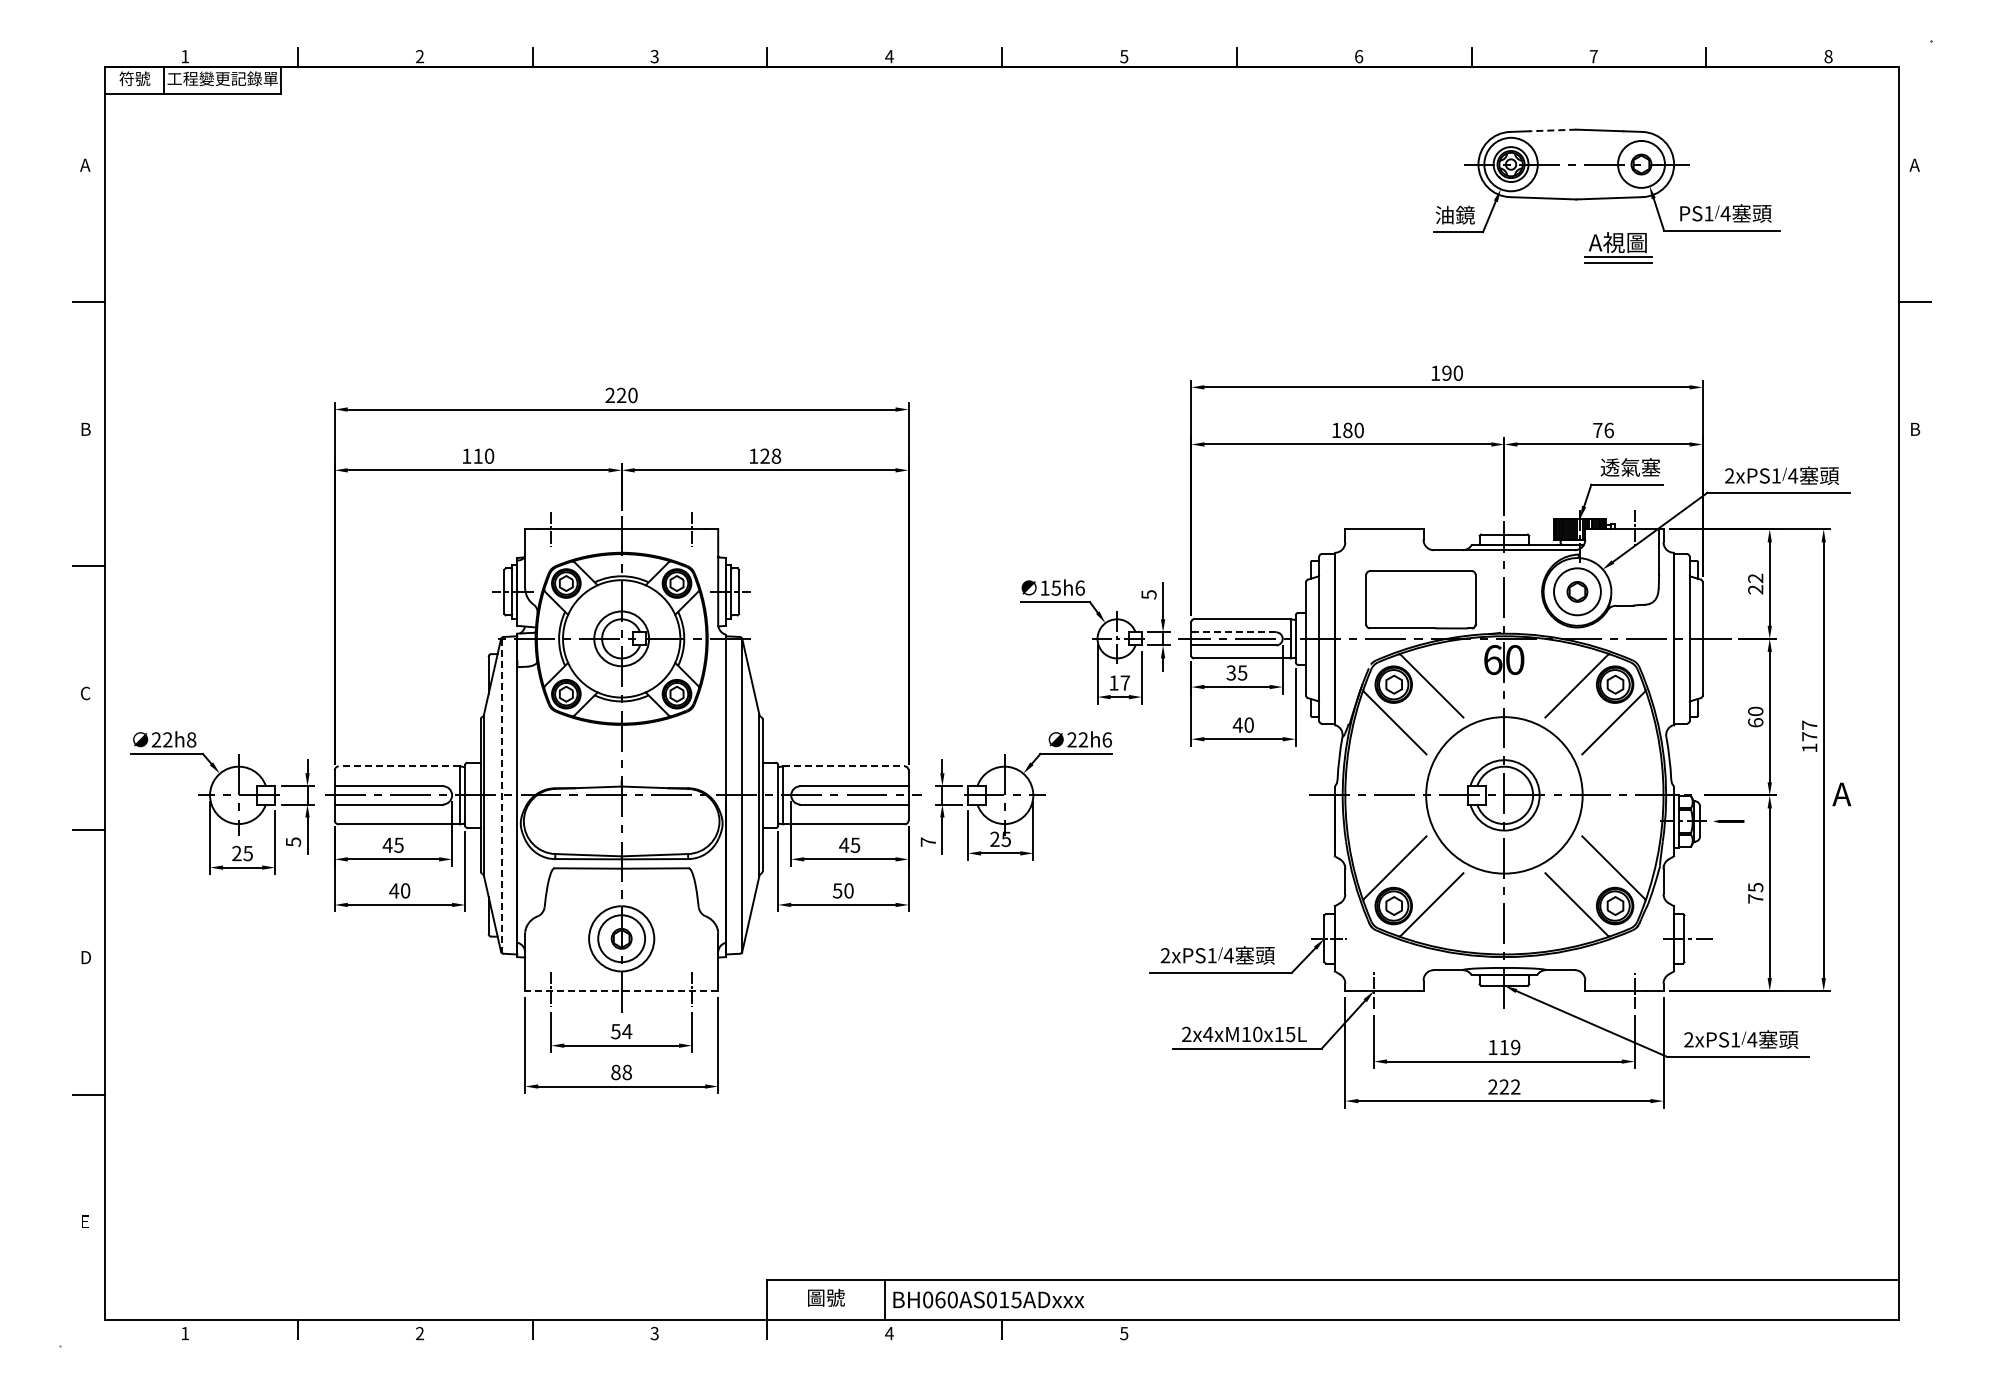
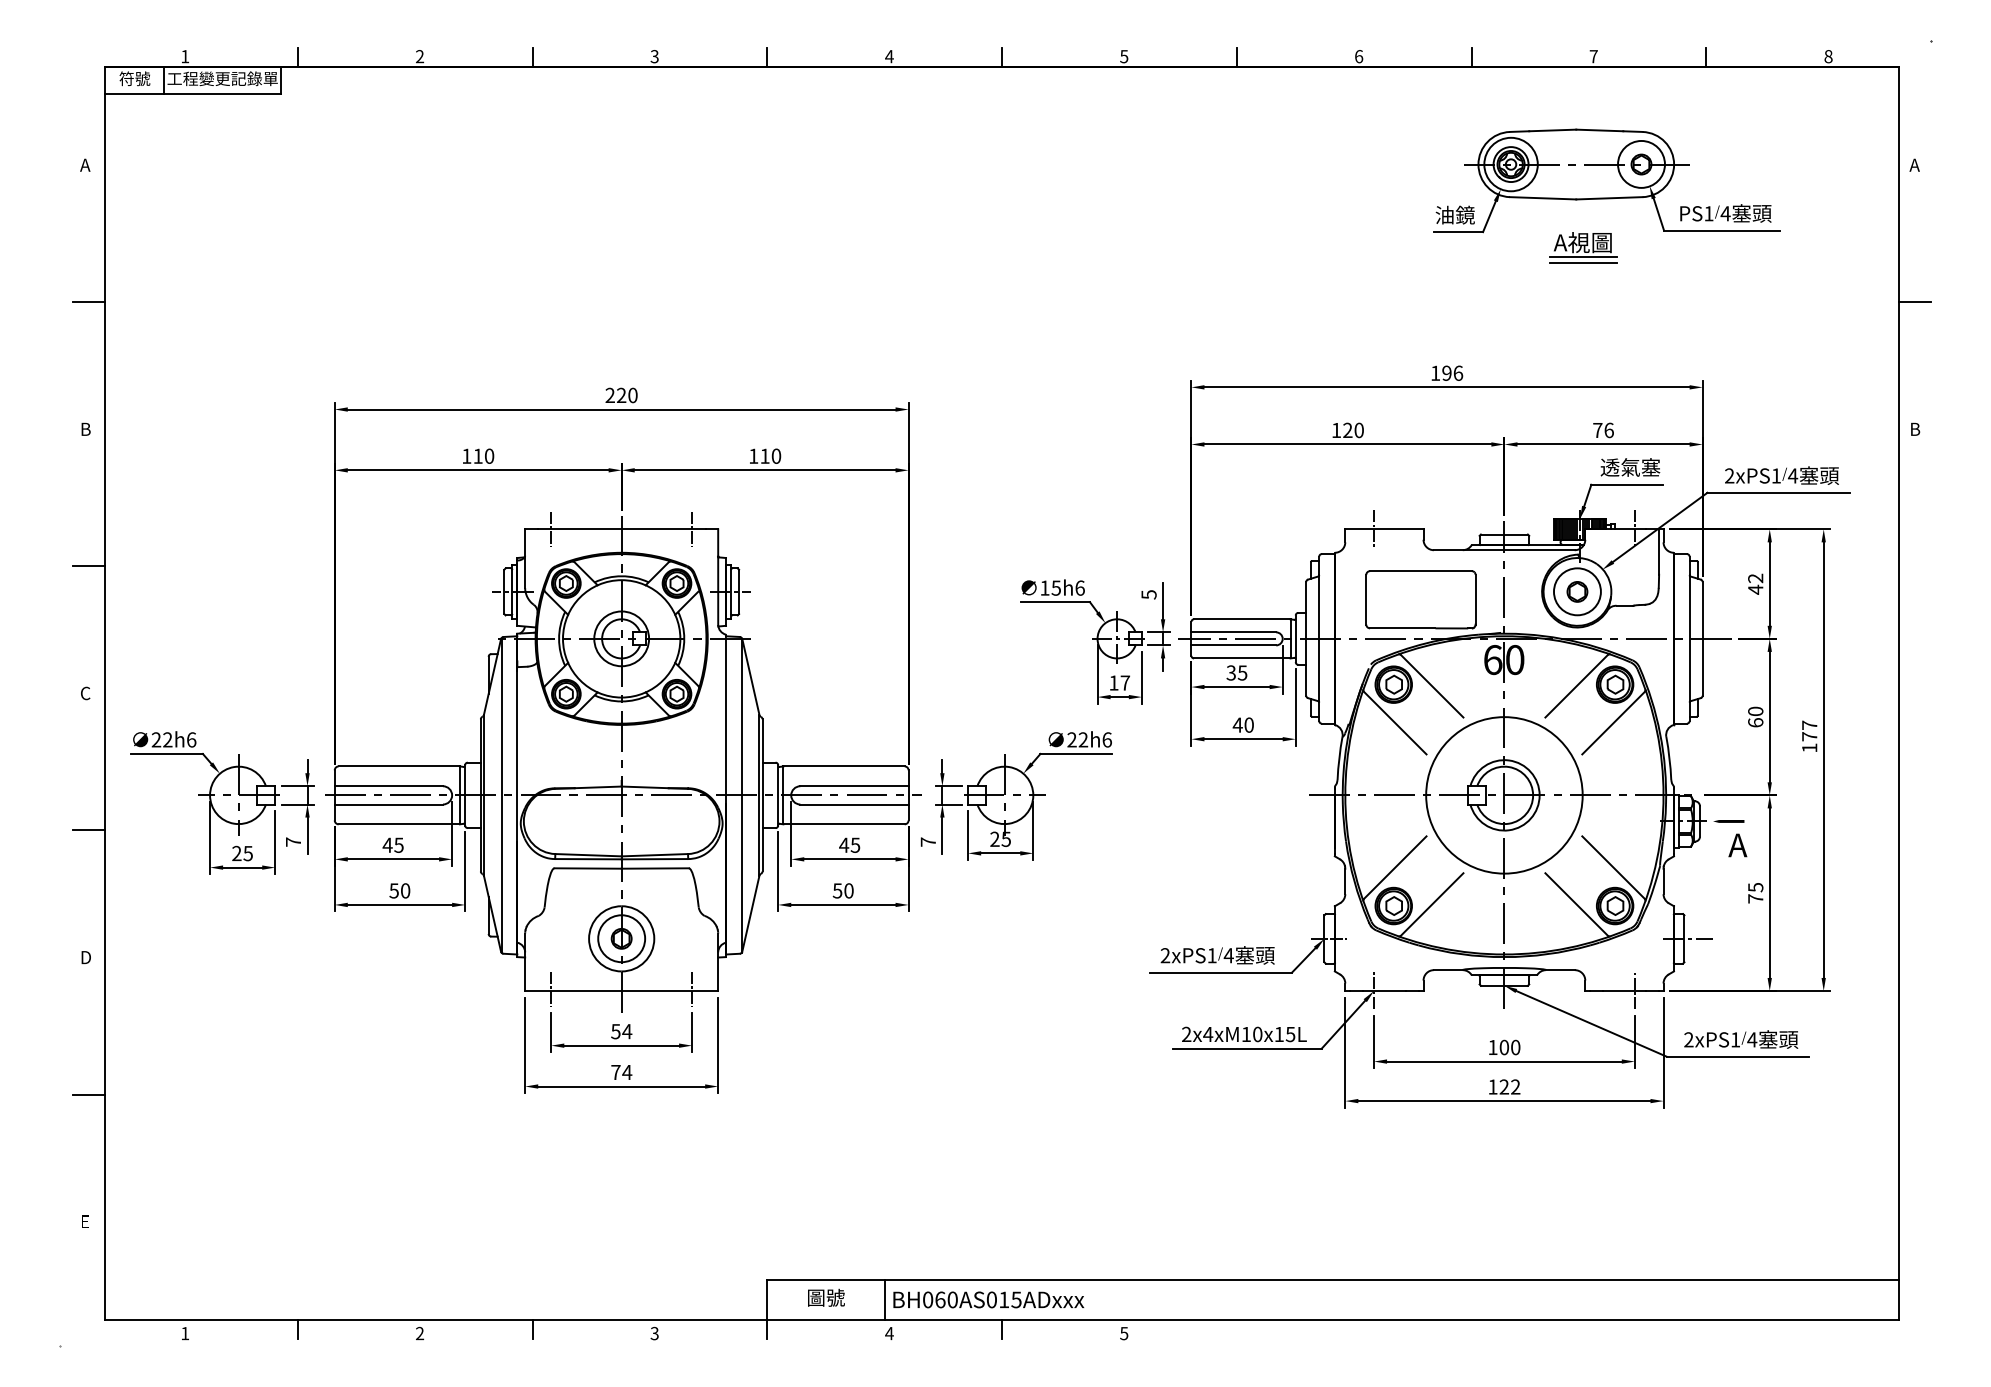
line at (1552, 130): dashed -> solid
part at (1618, 247) position: (1618, 247) -> (1583, 247)
text at (1458, 372): 190 -> 196
text at (1347, 430): 180 -> 120
text at (770, 455): 128 -> 110
line at (1374, 529): none -> present
text at (1755, 589): 22 -> 42
line at (1233, 632): dashed -> solid
text at (191, 739): 22h8 -> 22h6
line at (399, 766): dashed -> solid
line at (844, 766): dashed -> solid
text at (1841, 794) position: (1841, 794) -> (1737, 845)
line at (501, 795): dashed -> solid
text at (293, 841): 5 -> 7
text at (394, 890): 40 -> 50
line at (621, 991): dashed -> solid
text at (1509, 1047): 119 -> 100
text at (621, 1072): 88 -> 74
text at (1492, 1086): 222 -> 122
